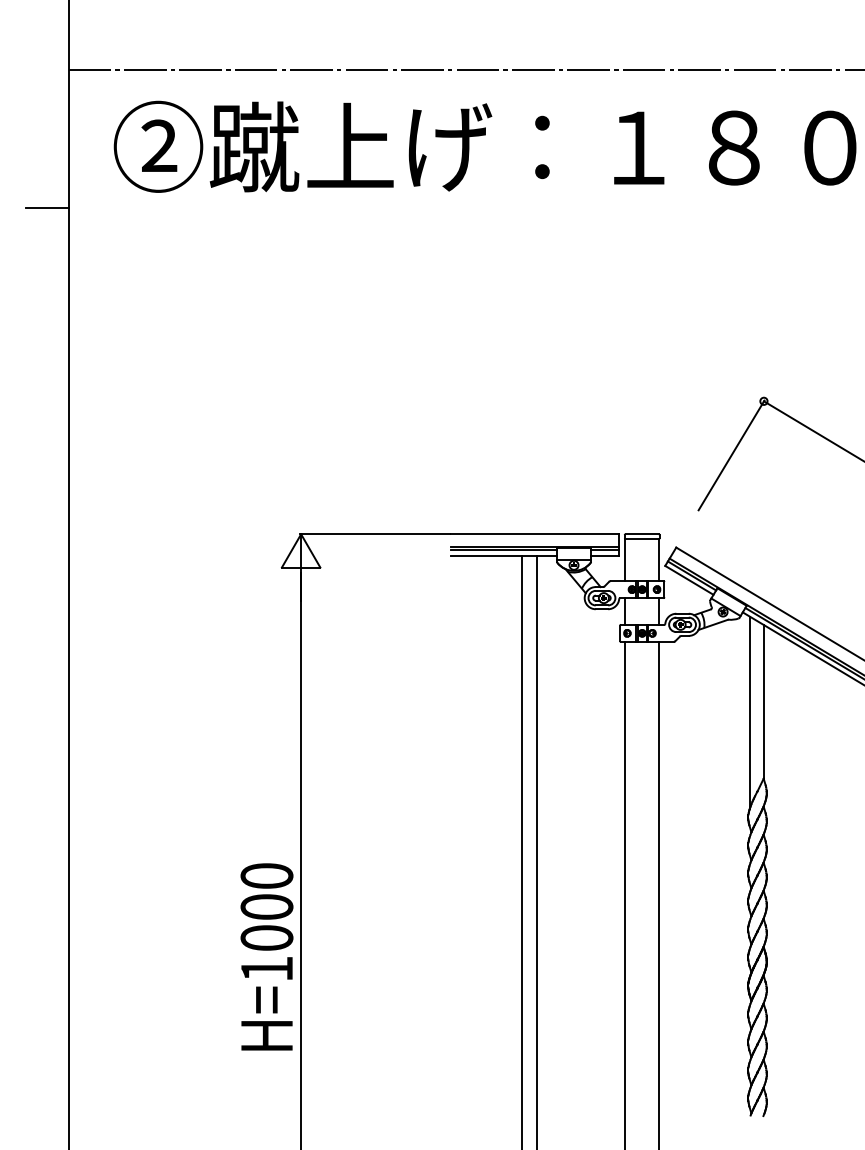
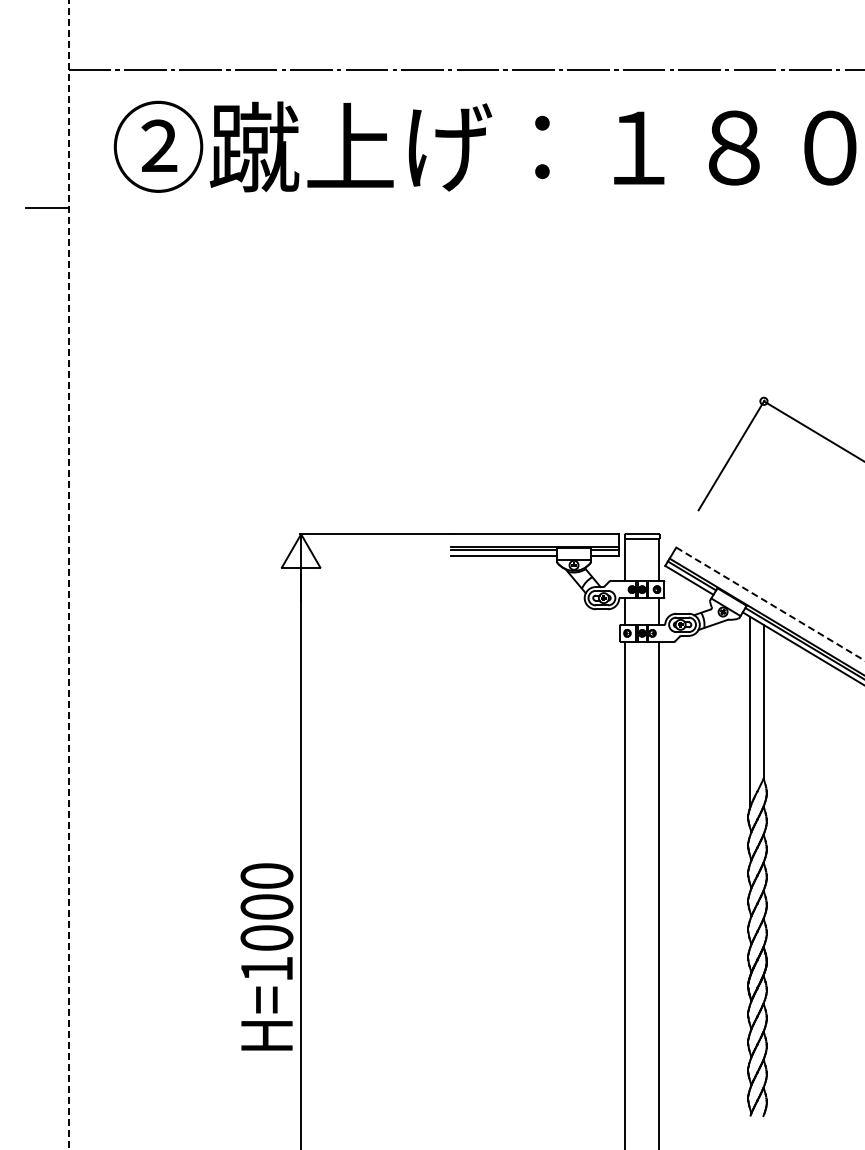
line at (68, 574): solid -> dashed
line at (770, 604): solid -> dashed
line at (522, 850): present -> none
line at (536, 850): present -> none
